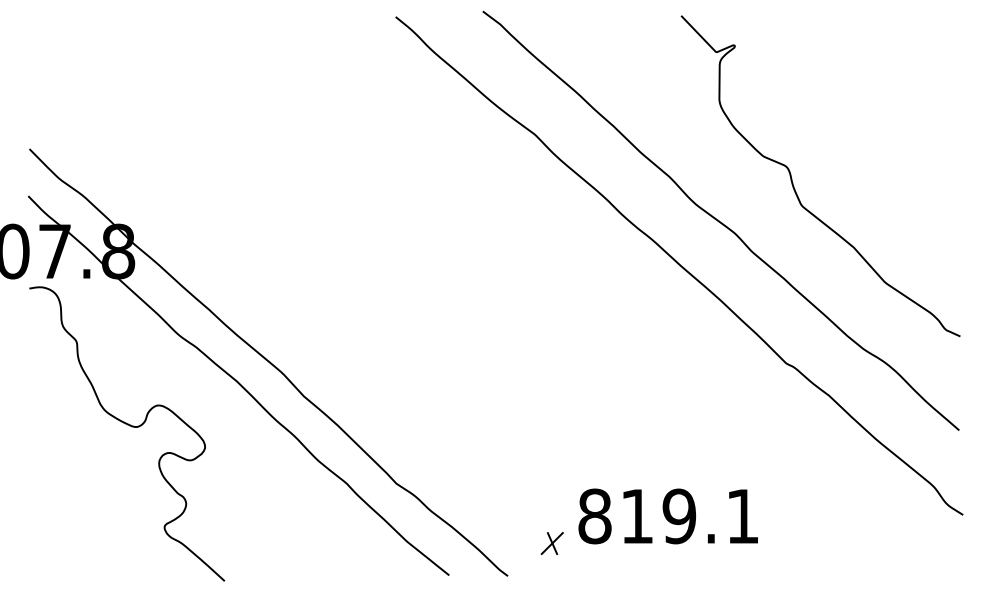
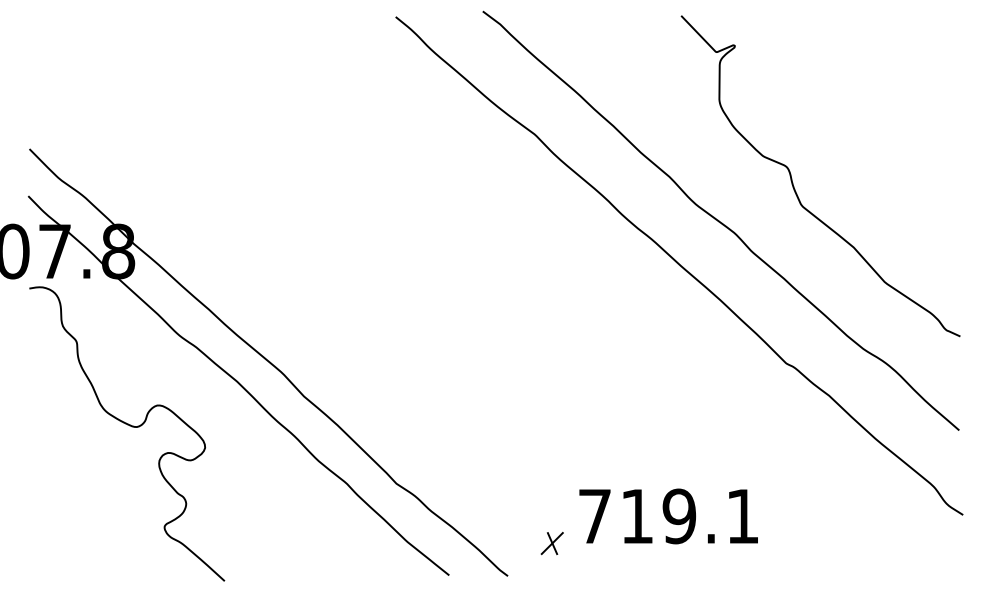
text at (594, 516): 819.1 -> 719.1
